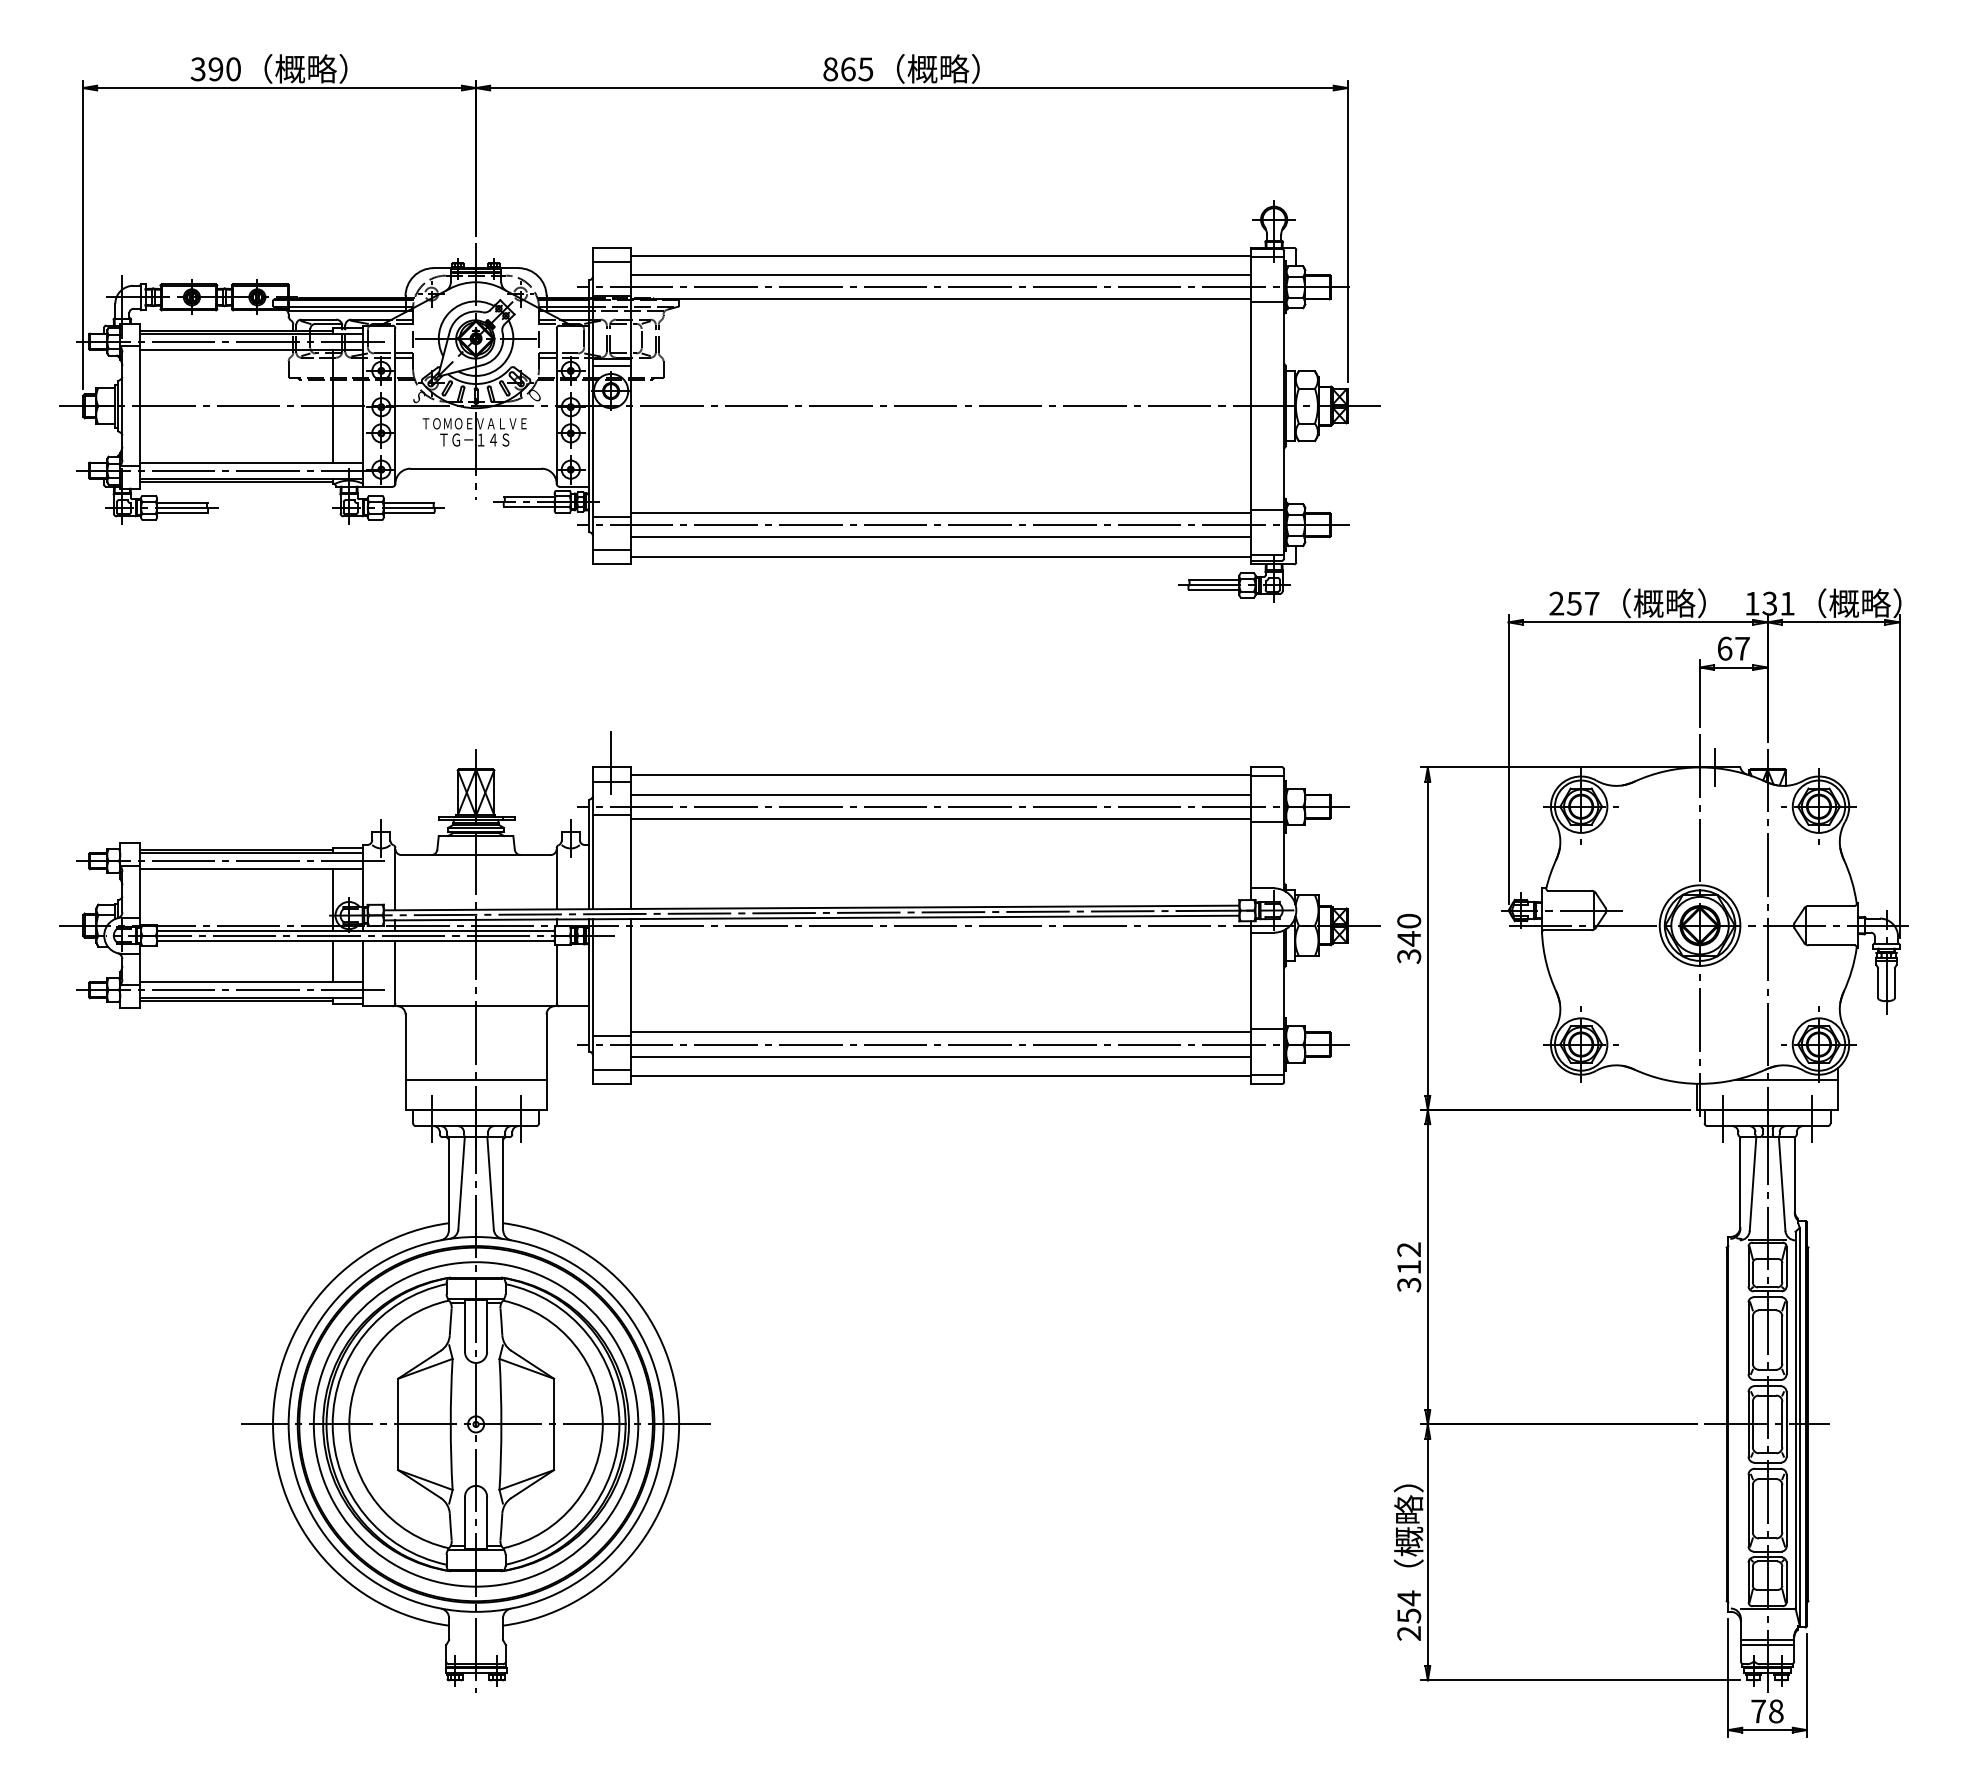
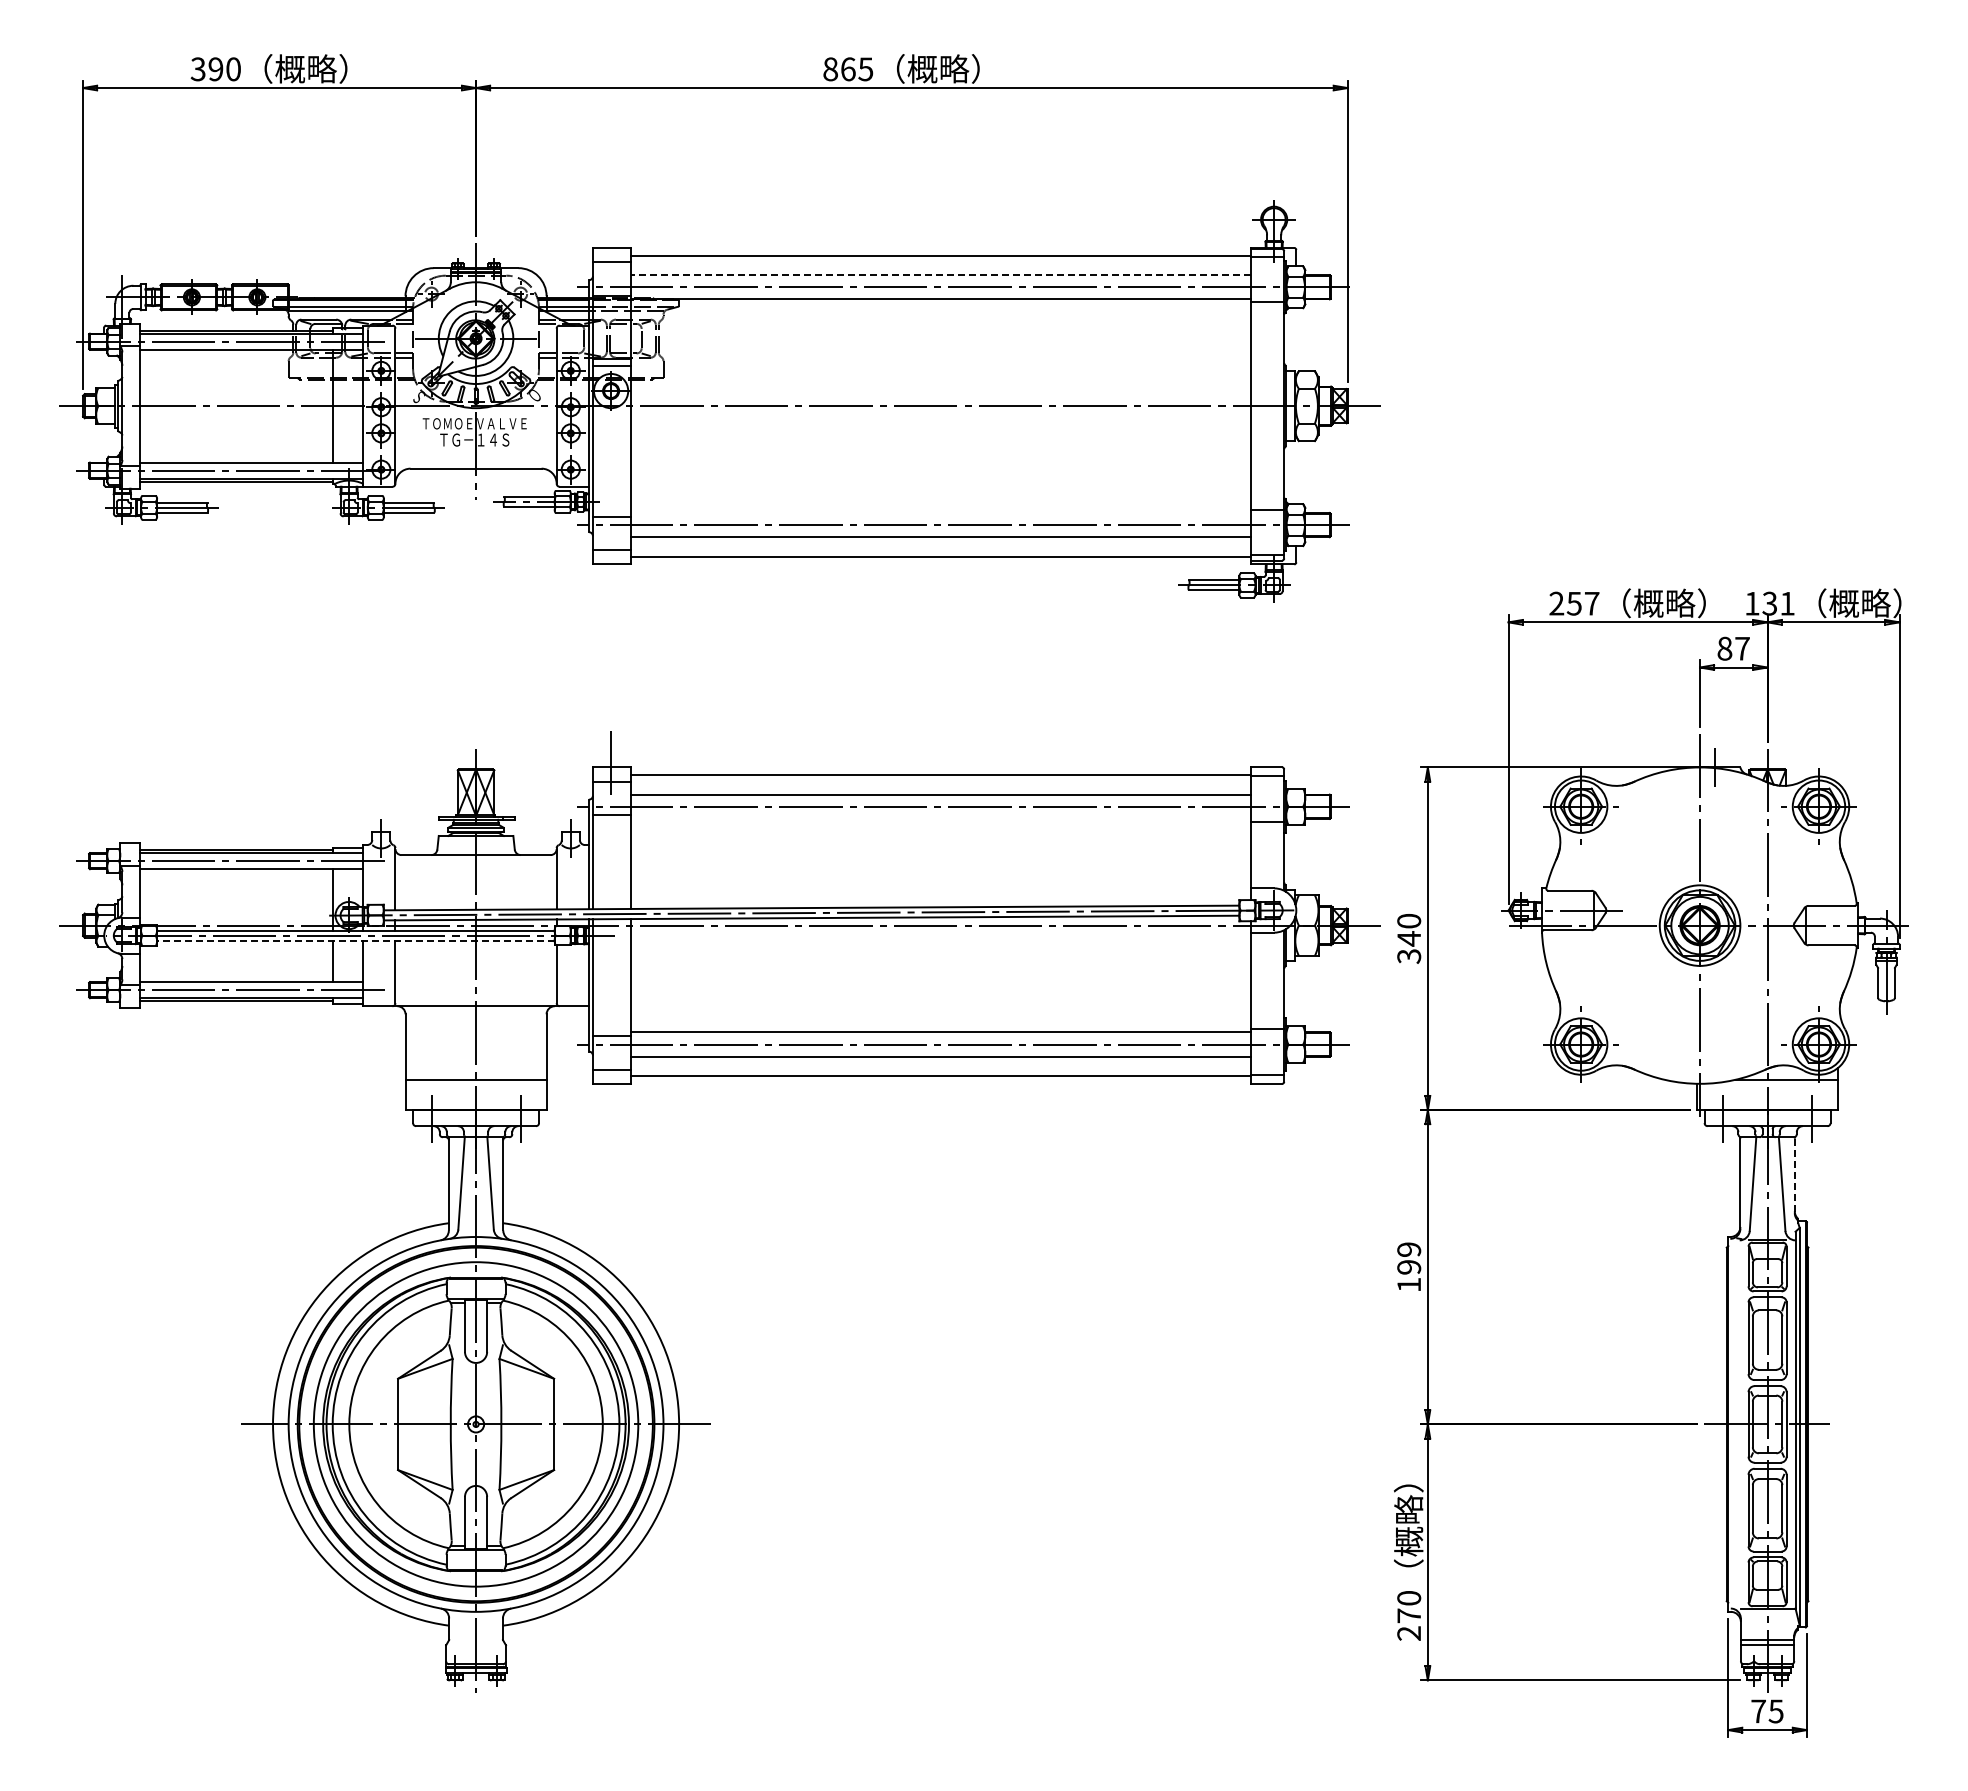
line at (941, 275): solid -> dashed
line at (940, 513): present -> none
text at (1724, 648): 67 -> 87
line at (940, 818): present -> none
line at (355, 940): solid -> dashed
line at (1794, 1176): solid -> dashed
text at (1409, 1267): 312 -> 199
text at (1409, 1606): 254 -> 270
text at (1775, 1711): 78 -> 75
